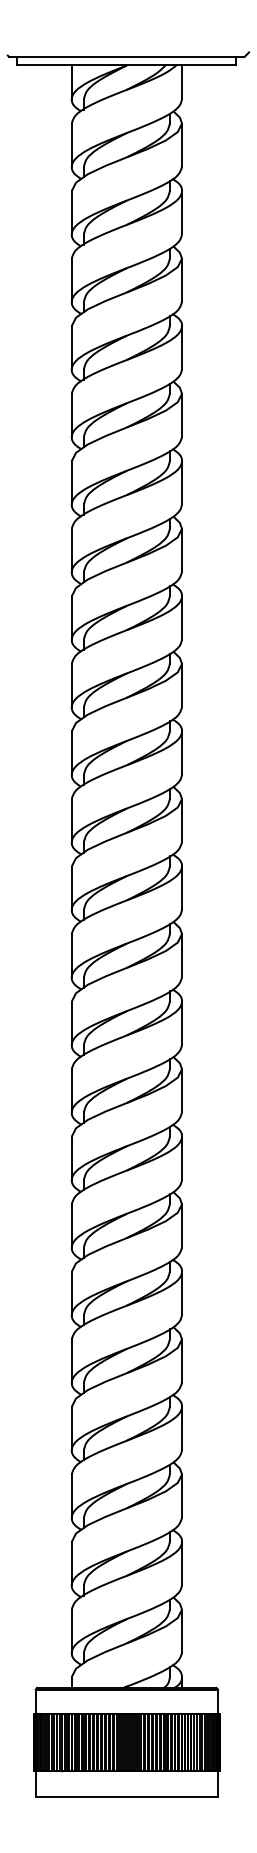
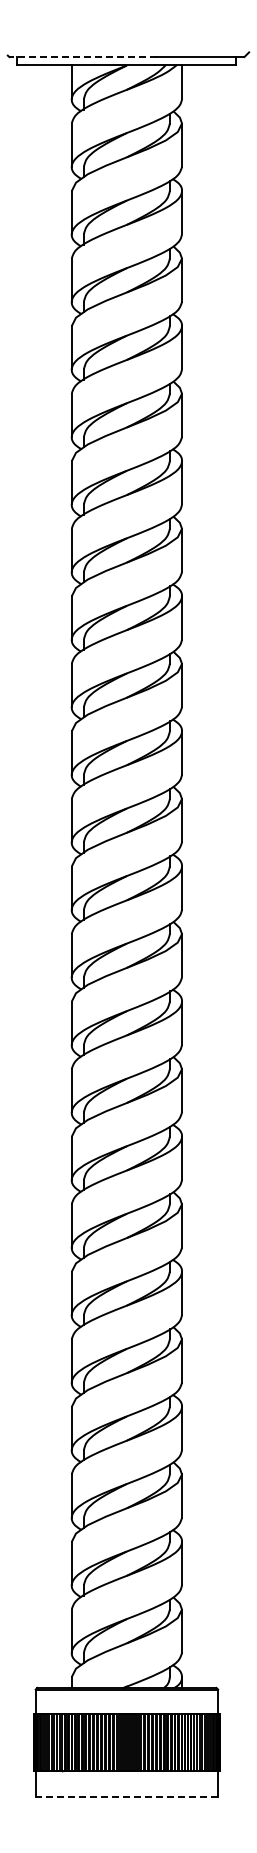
line at (82, 57): solid -> dashed
line at (126, 1797): solid -> dashed
